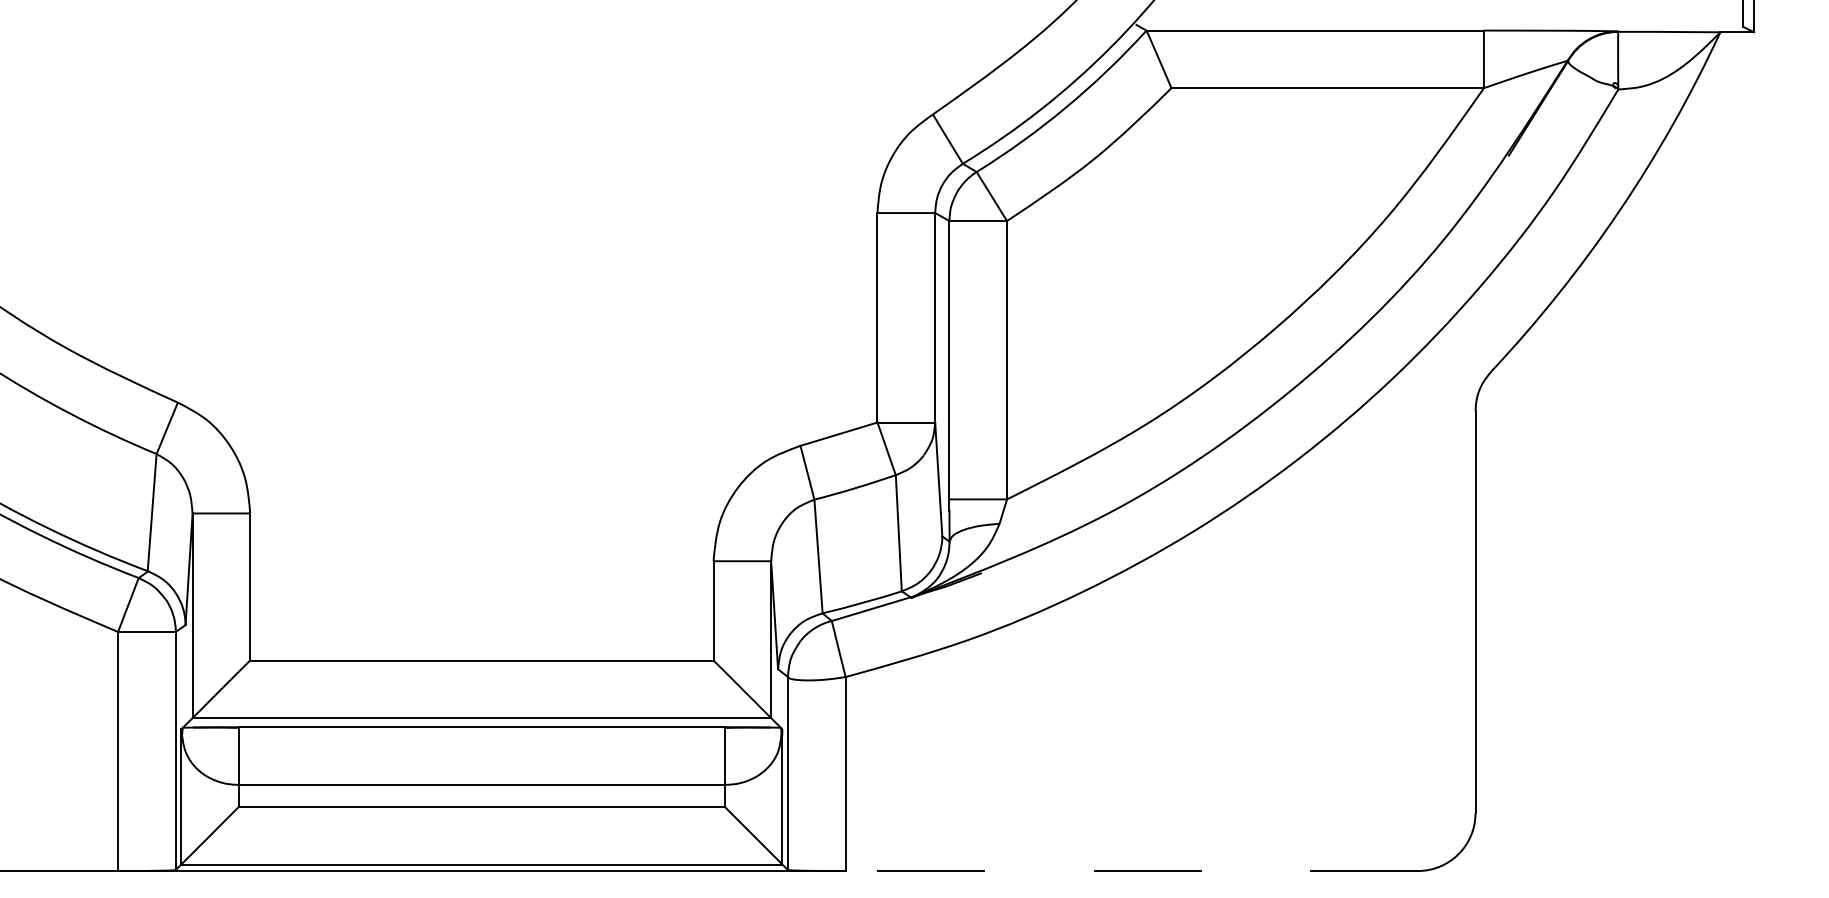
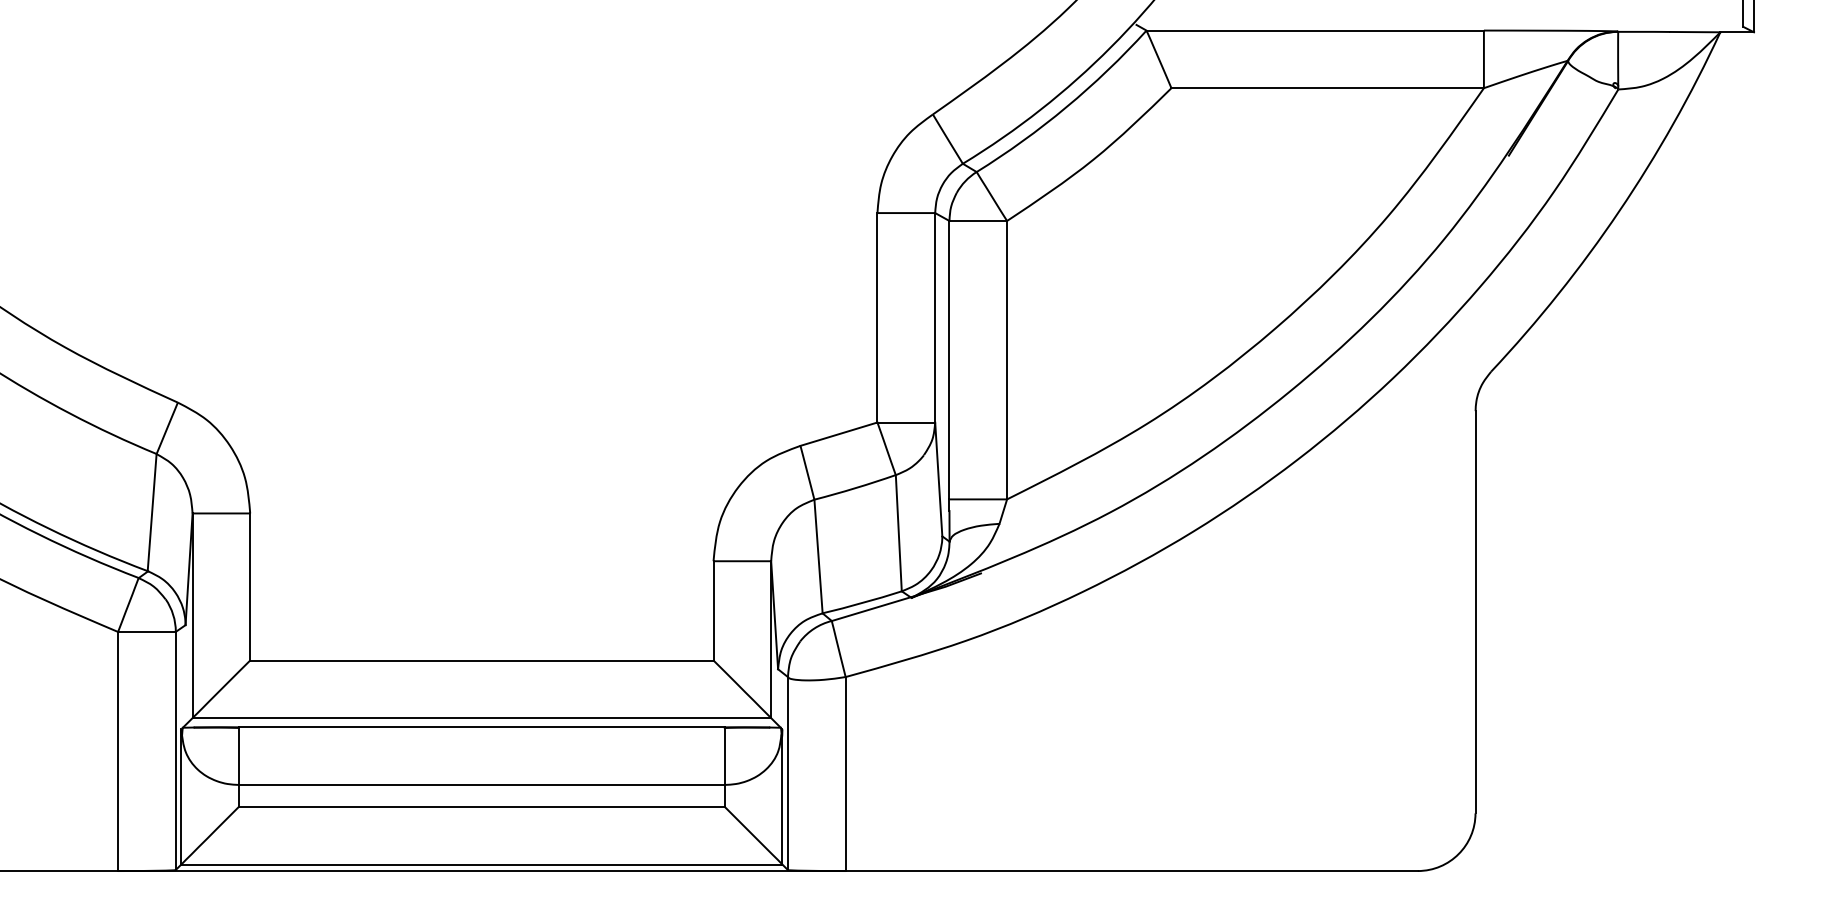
line at (1131, 871): dashed -> solid
